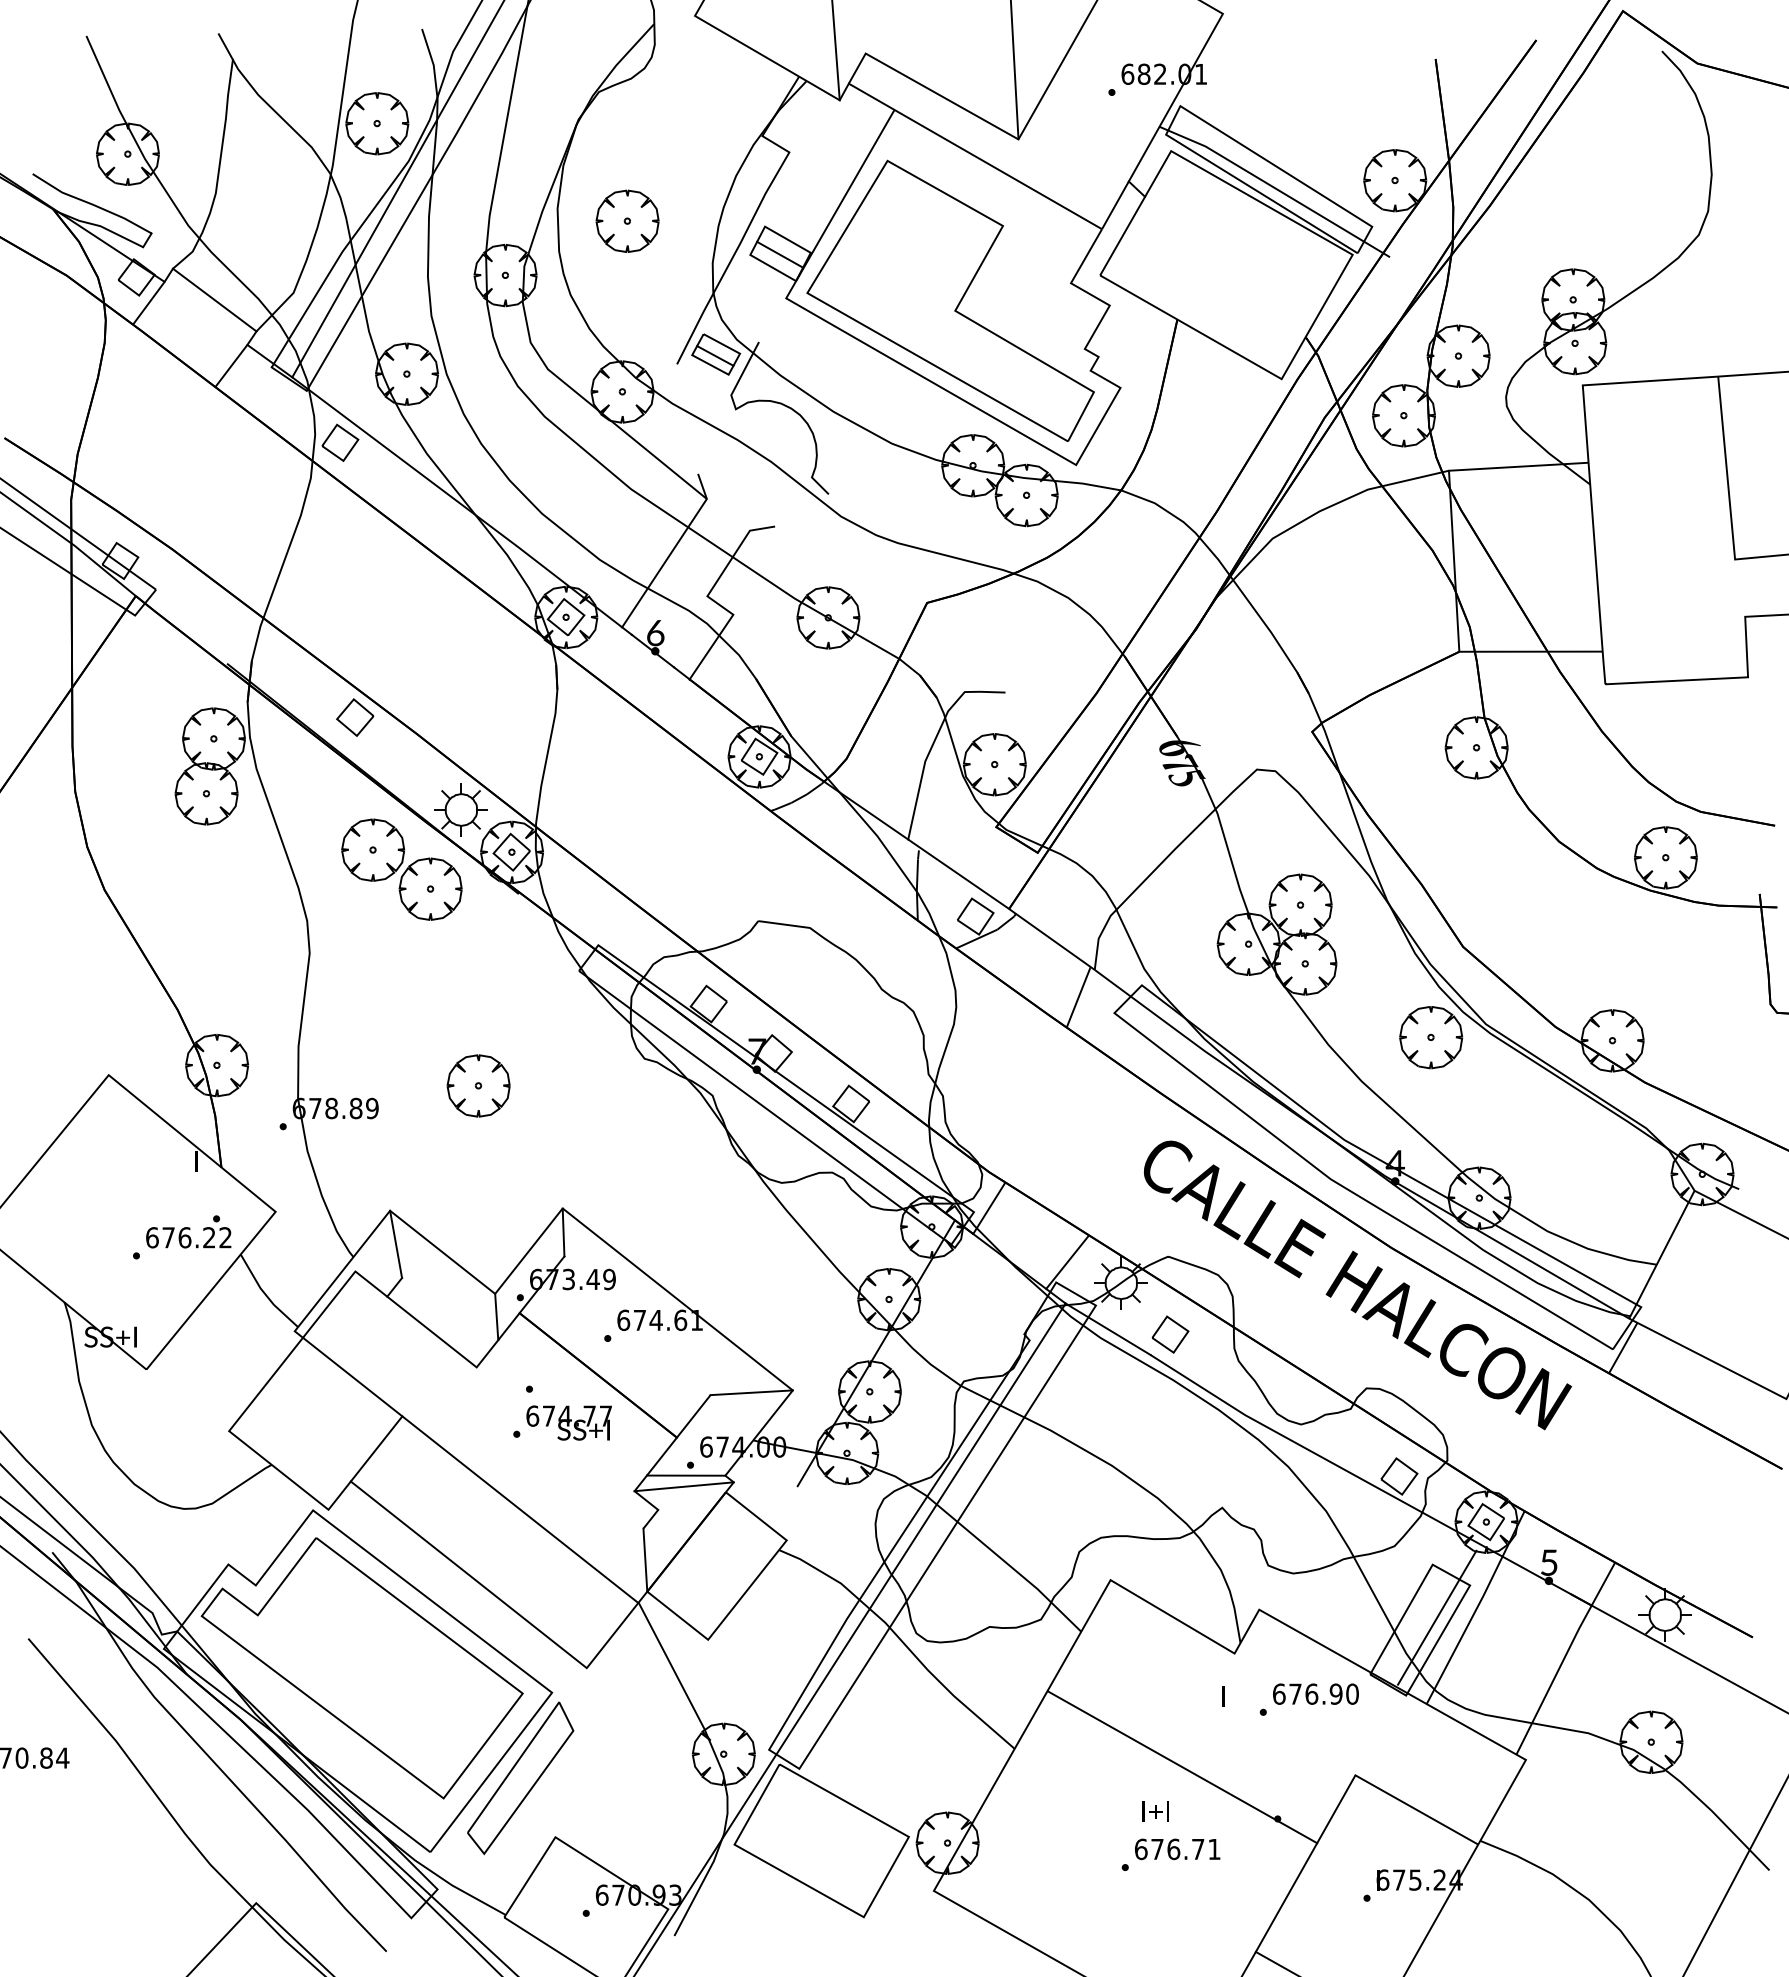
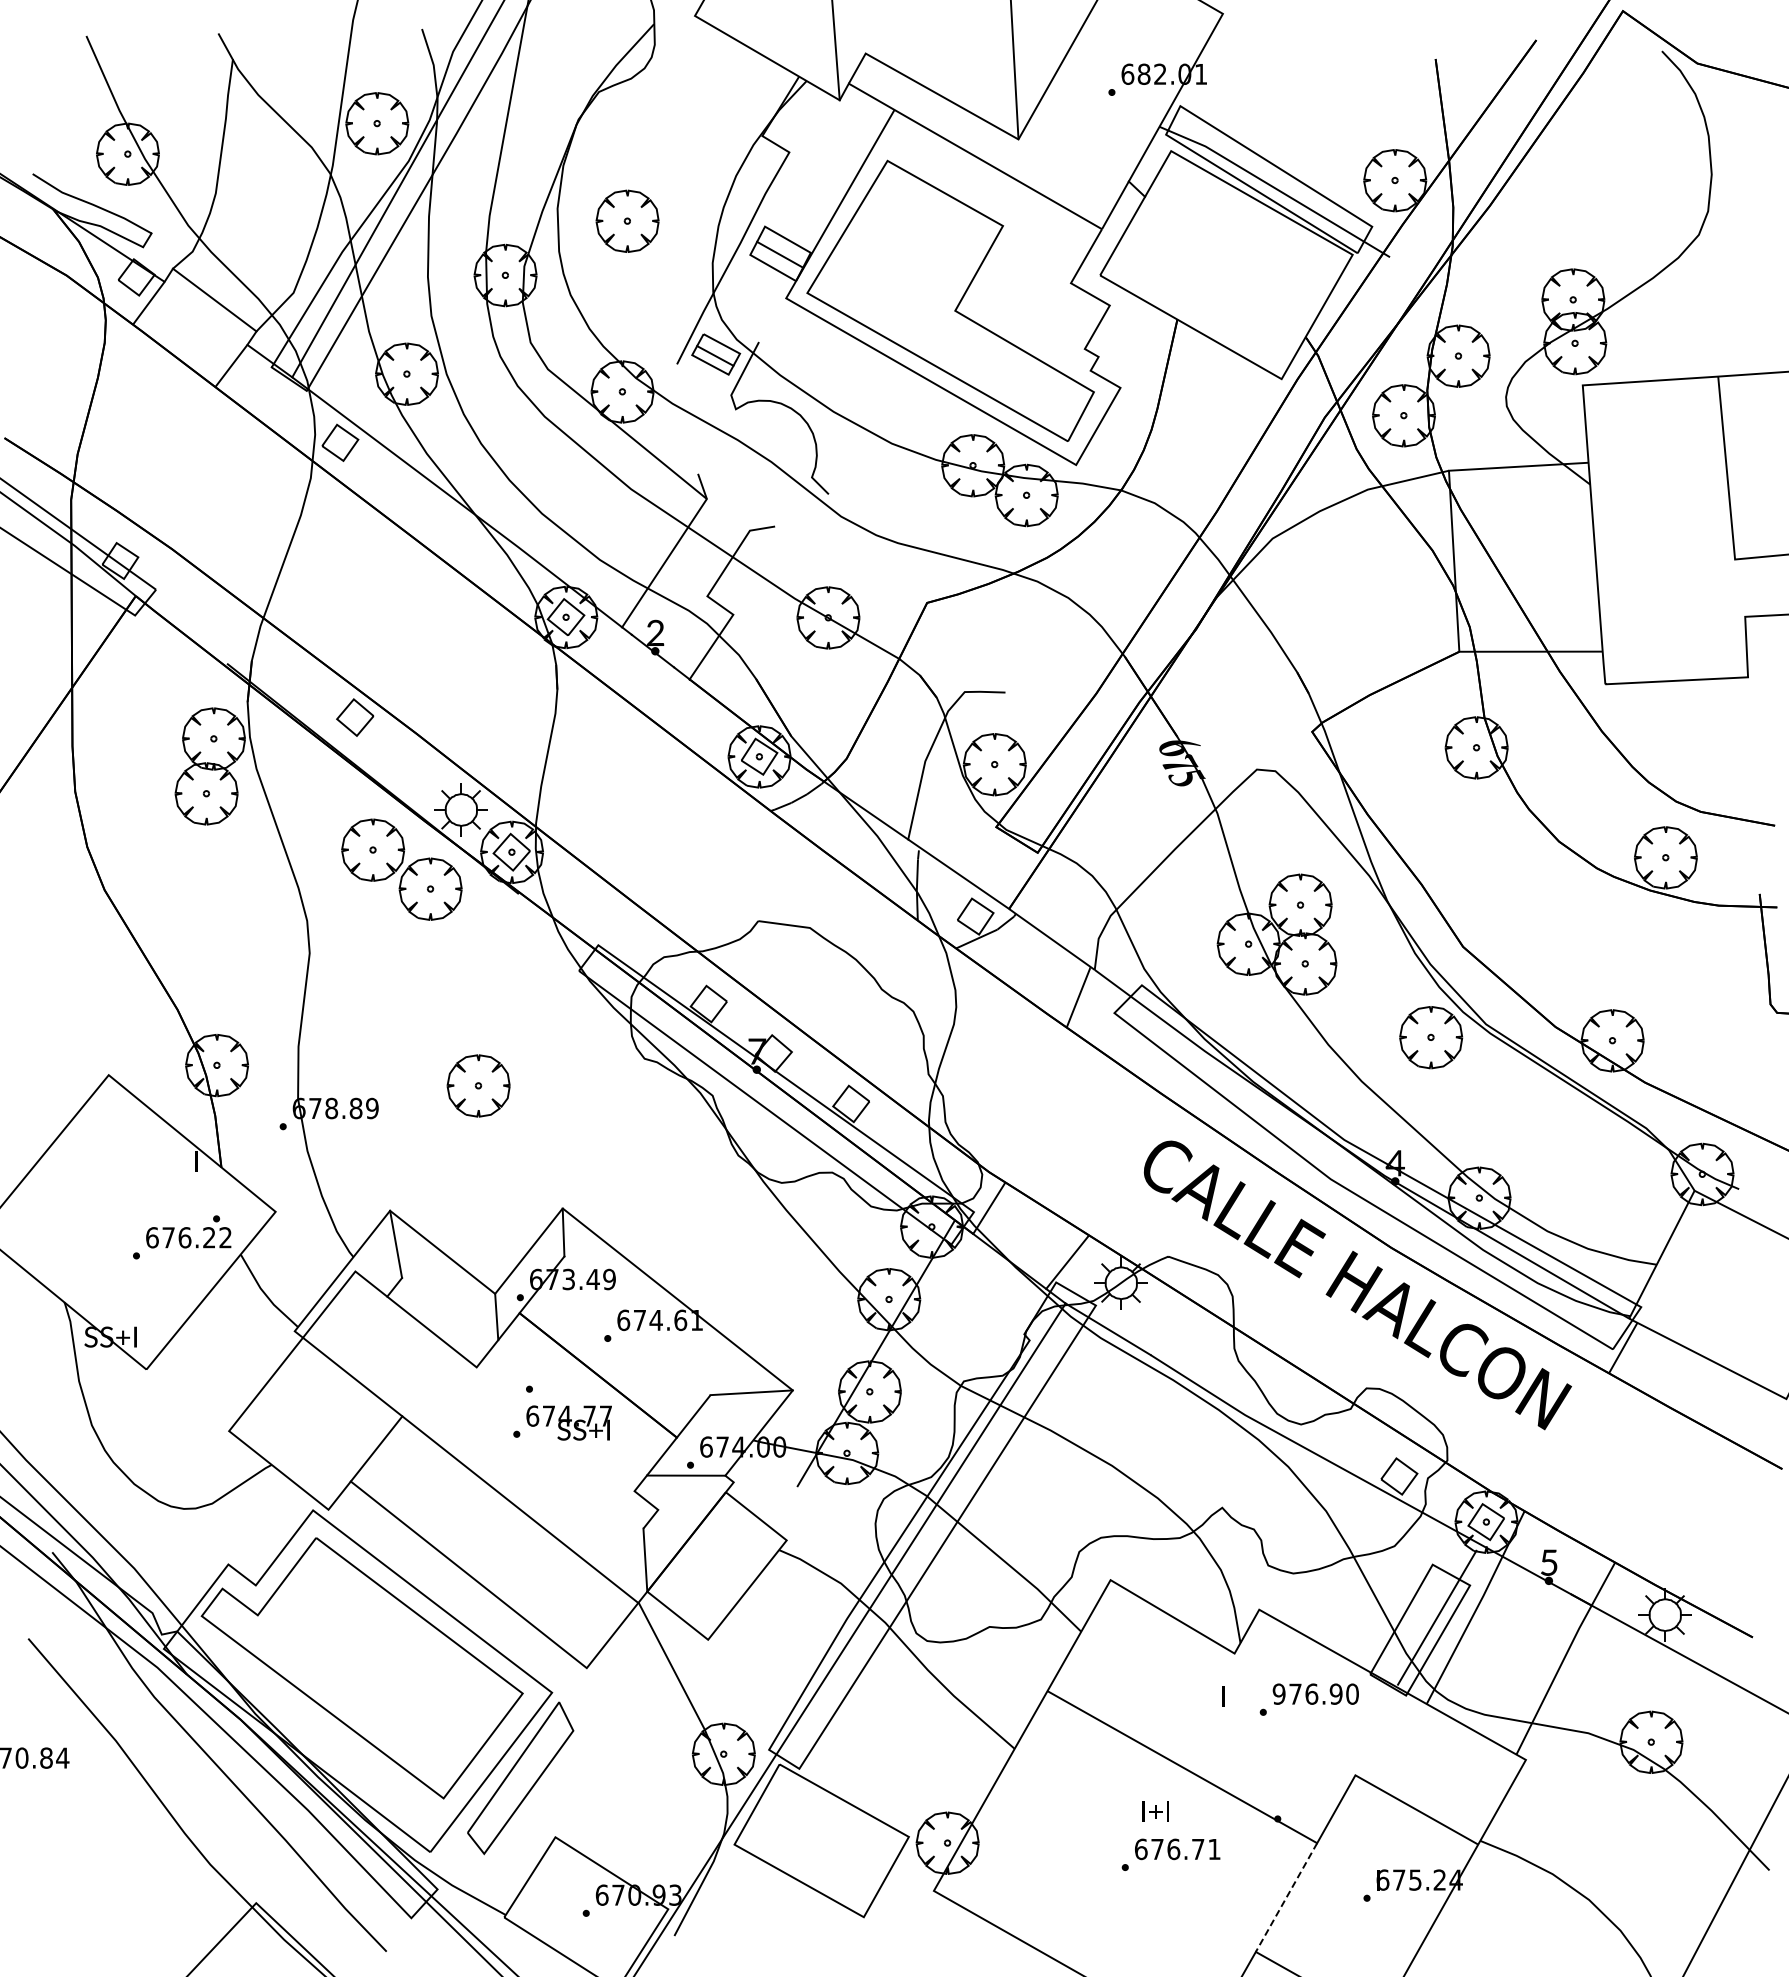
text at (655, 632): 6 -> 2
part at (1170, 1334): present -> none
line at (683, 1486): present -> none
text at (1278, 1693): 676.90 -> 976.90
line at (1286, 1898): solid -> dashed
